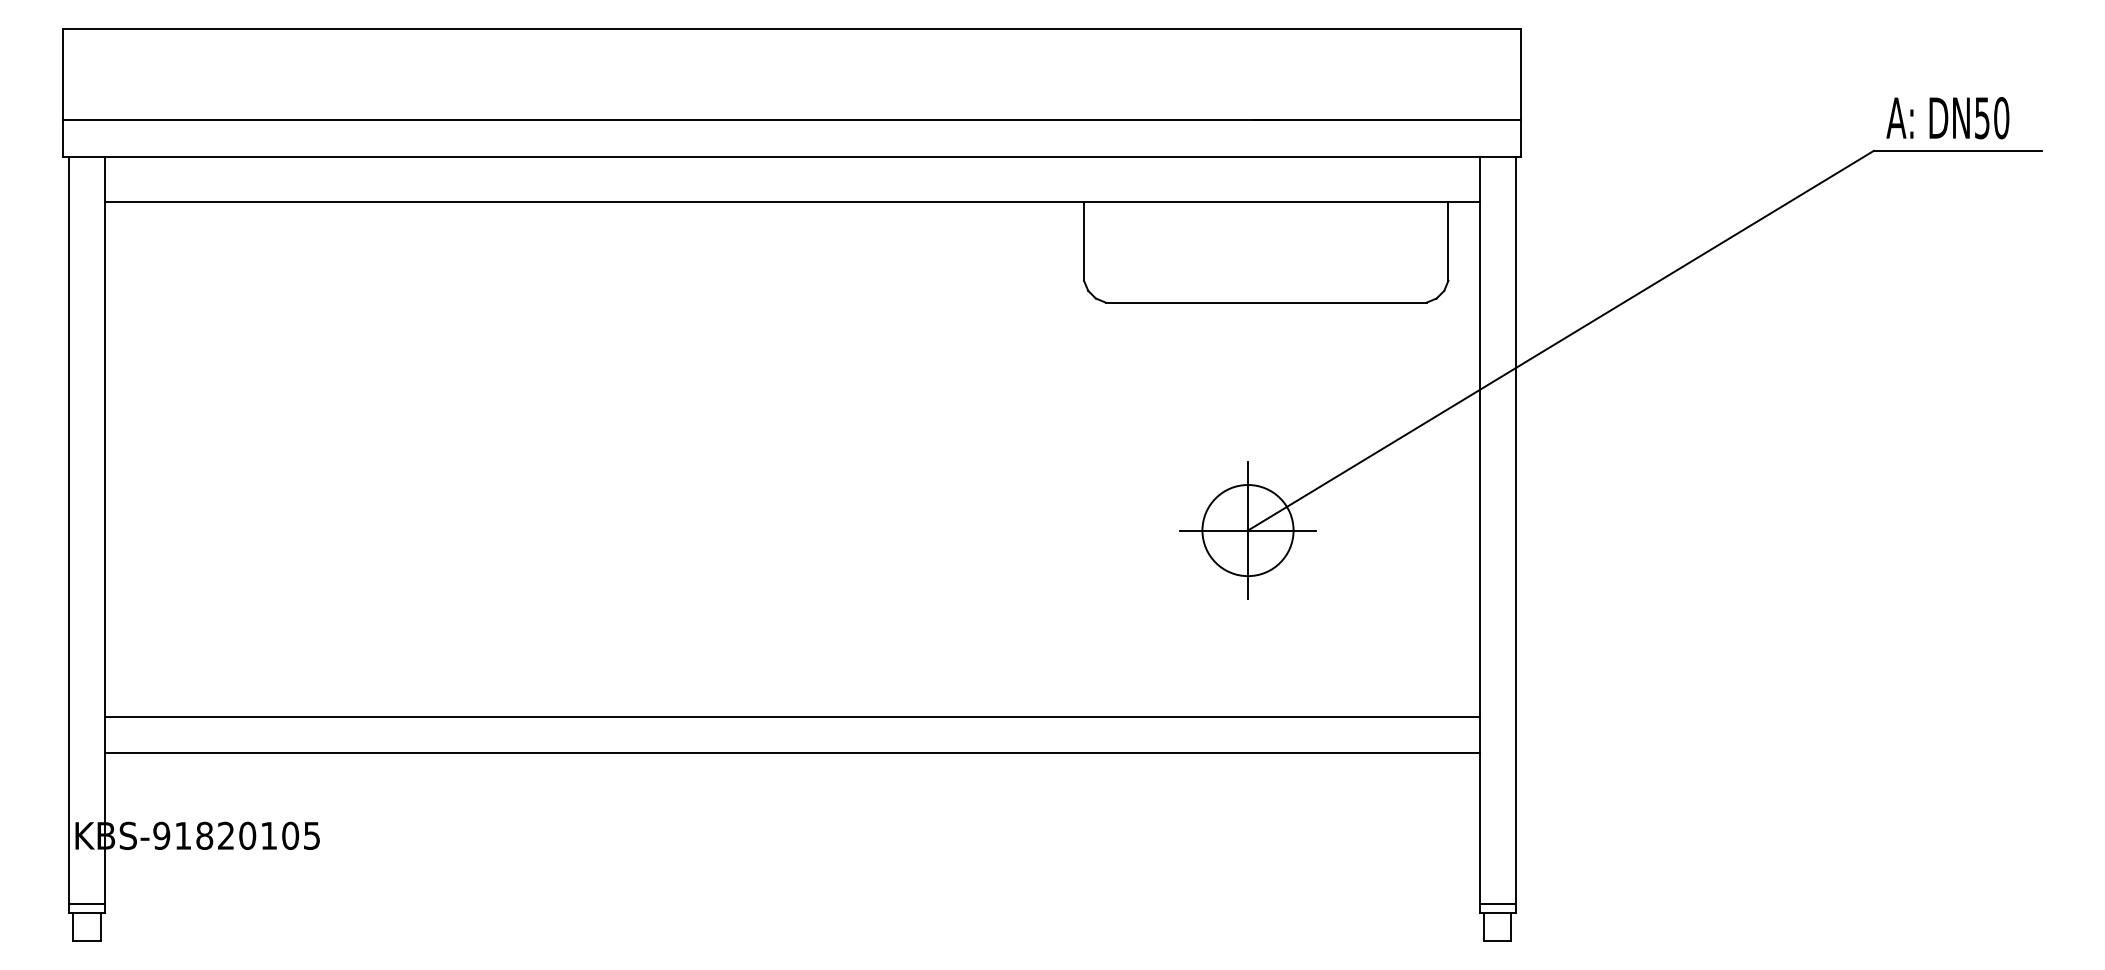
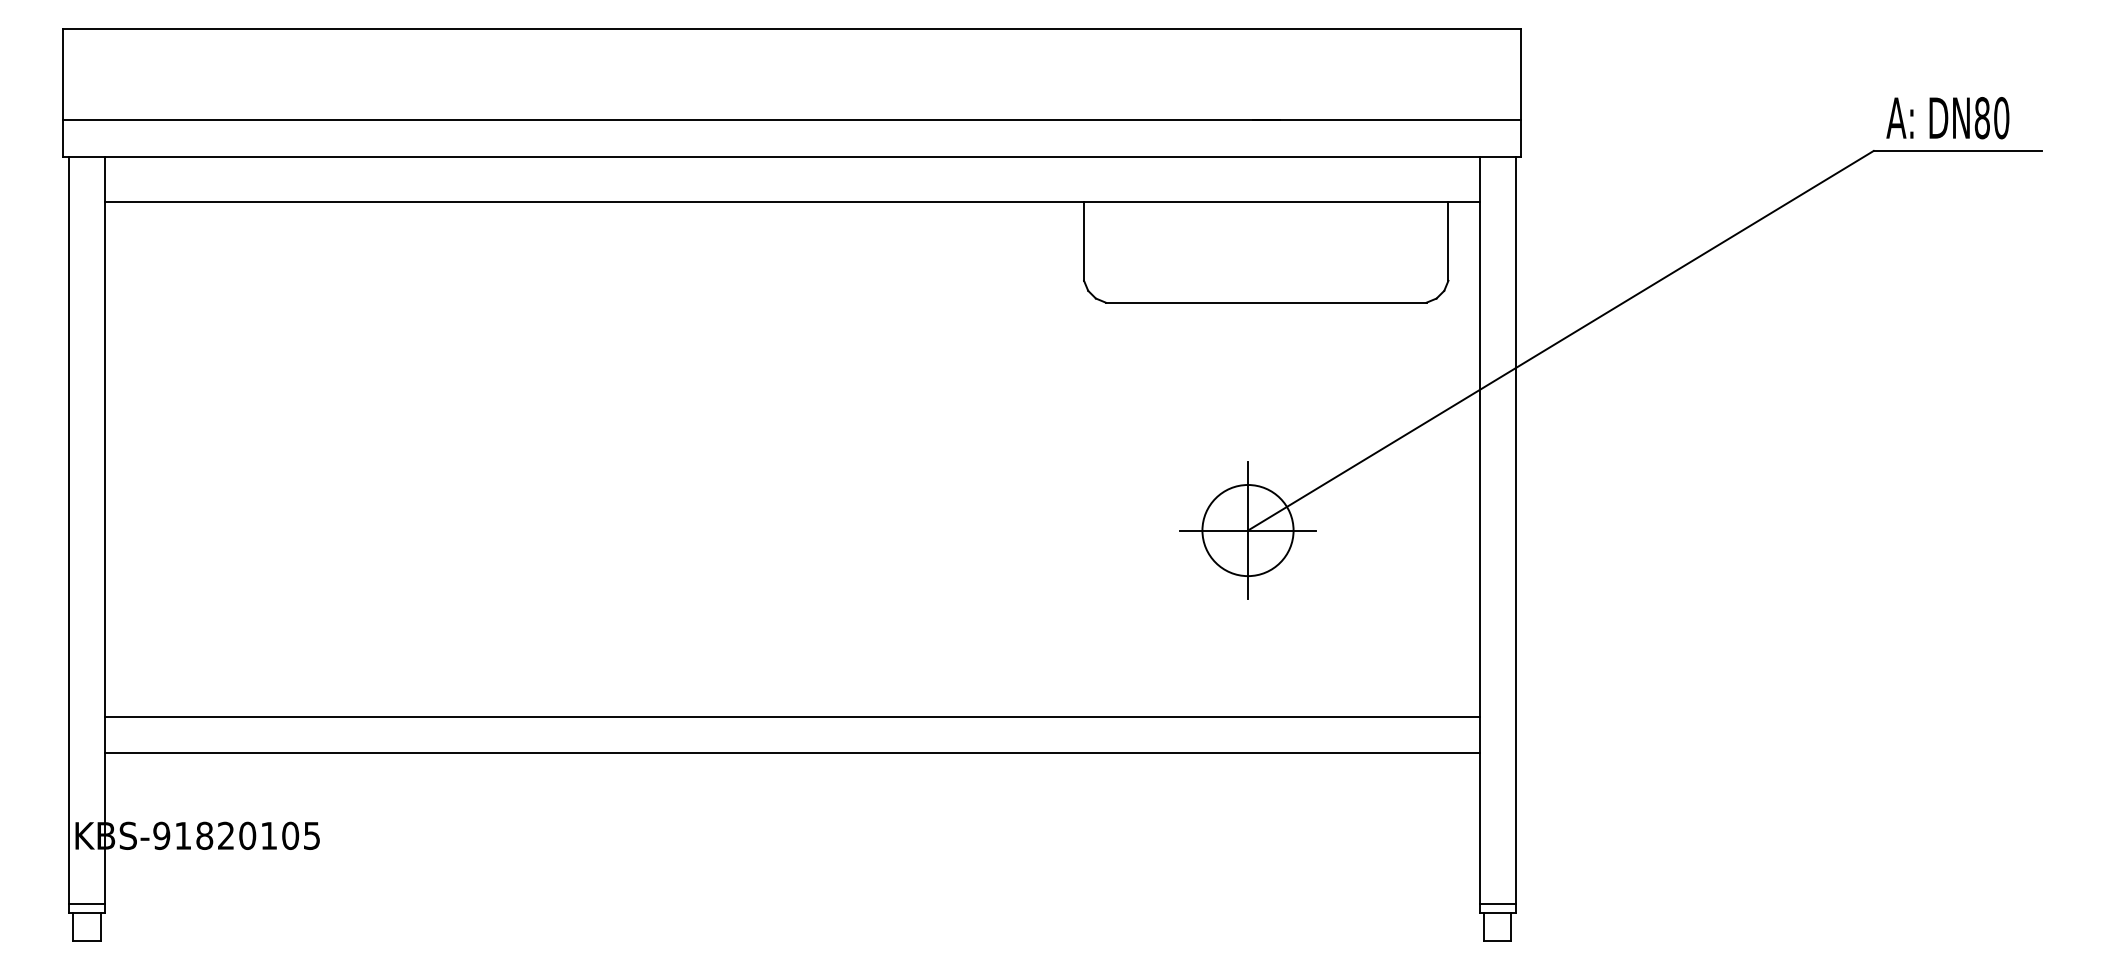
text at (1981, 118): DN50 -> DN80
